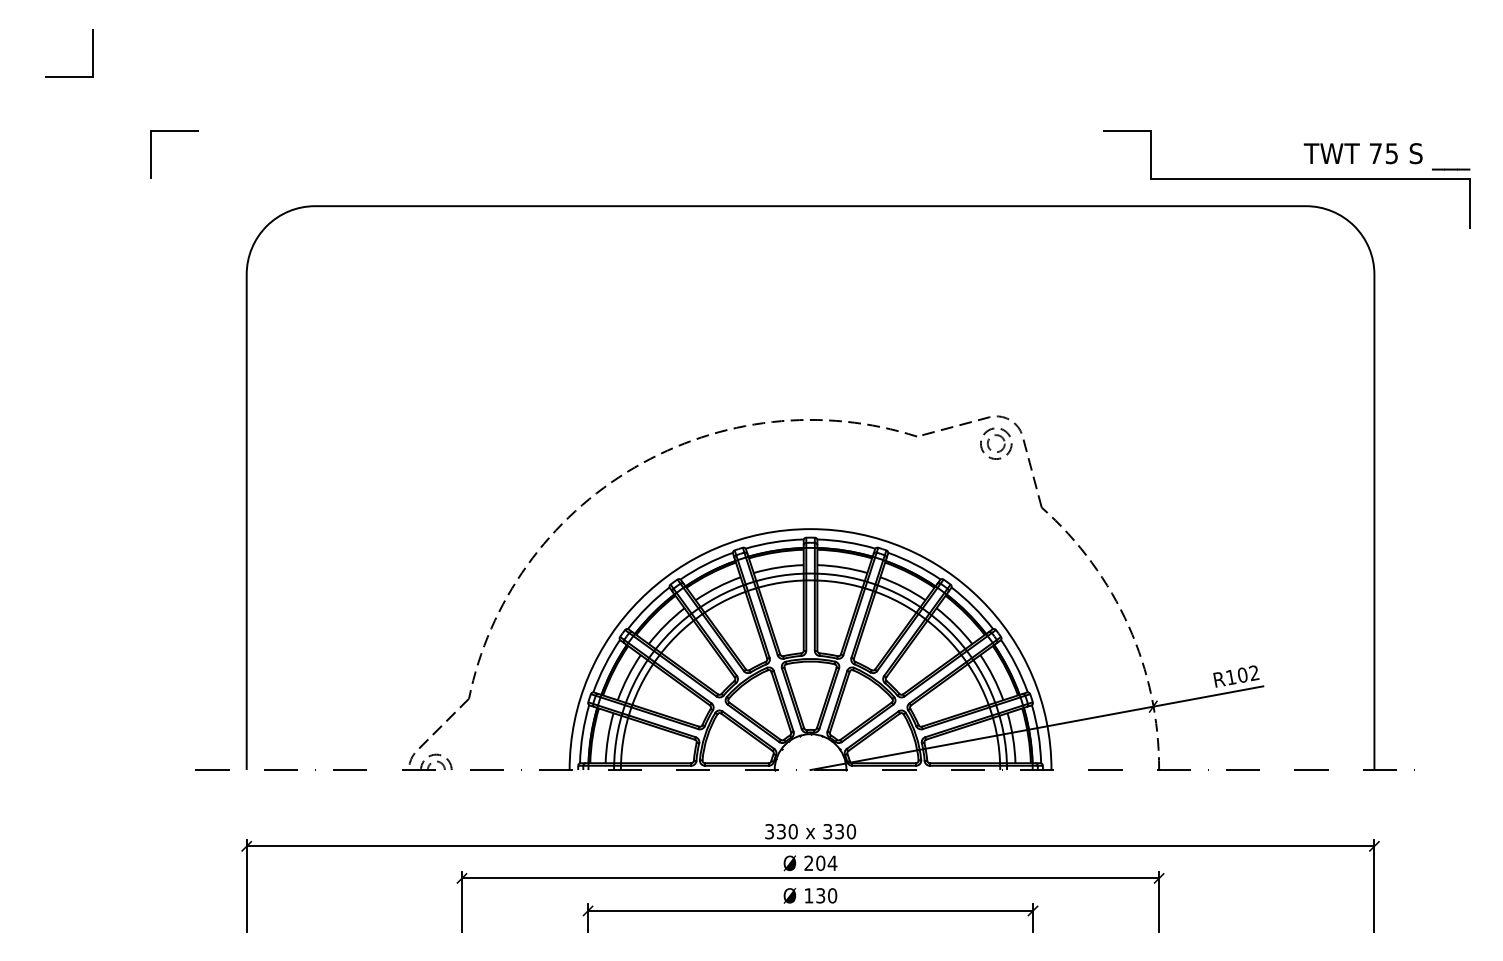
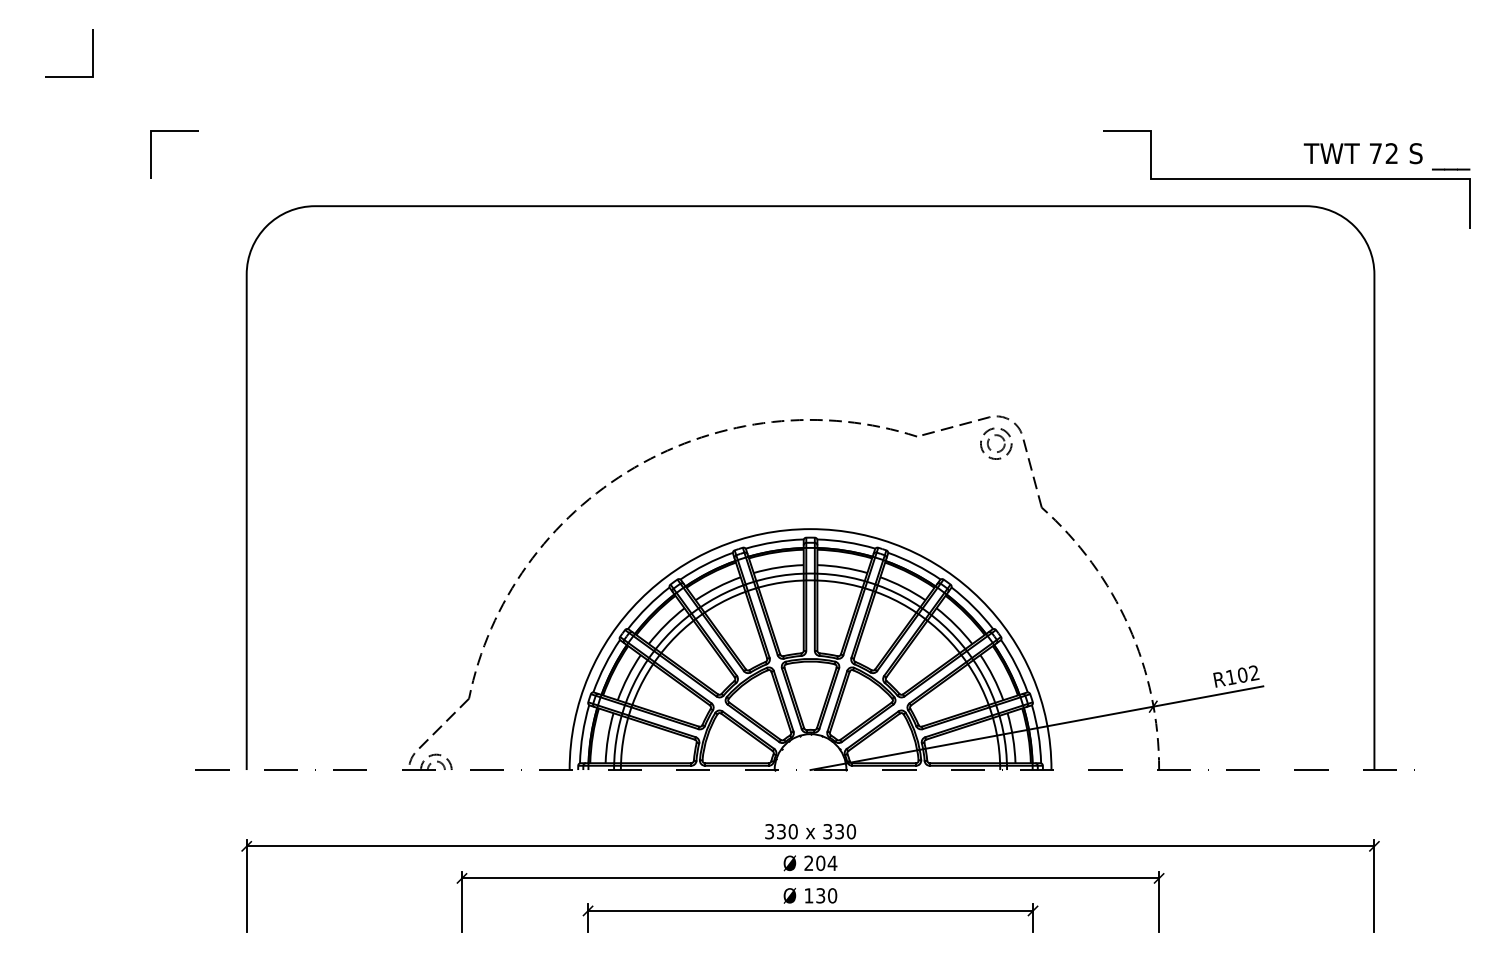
text at (1391, 153): 75 -> 72
